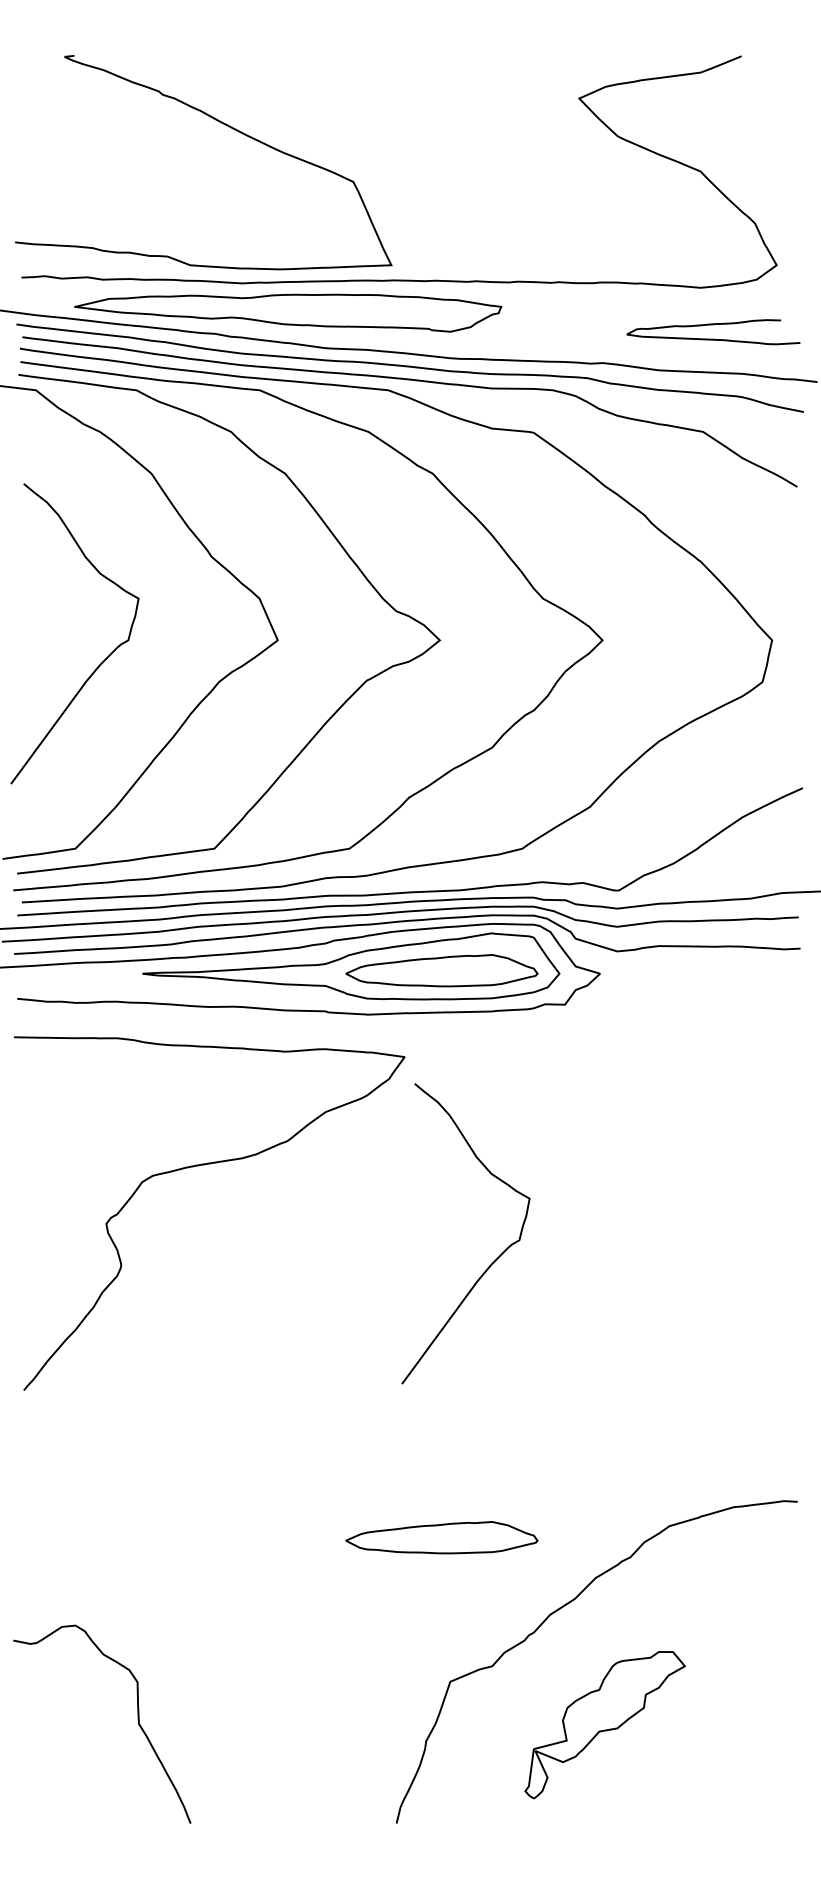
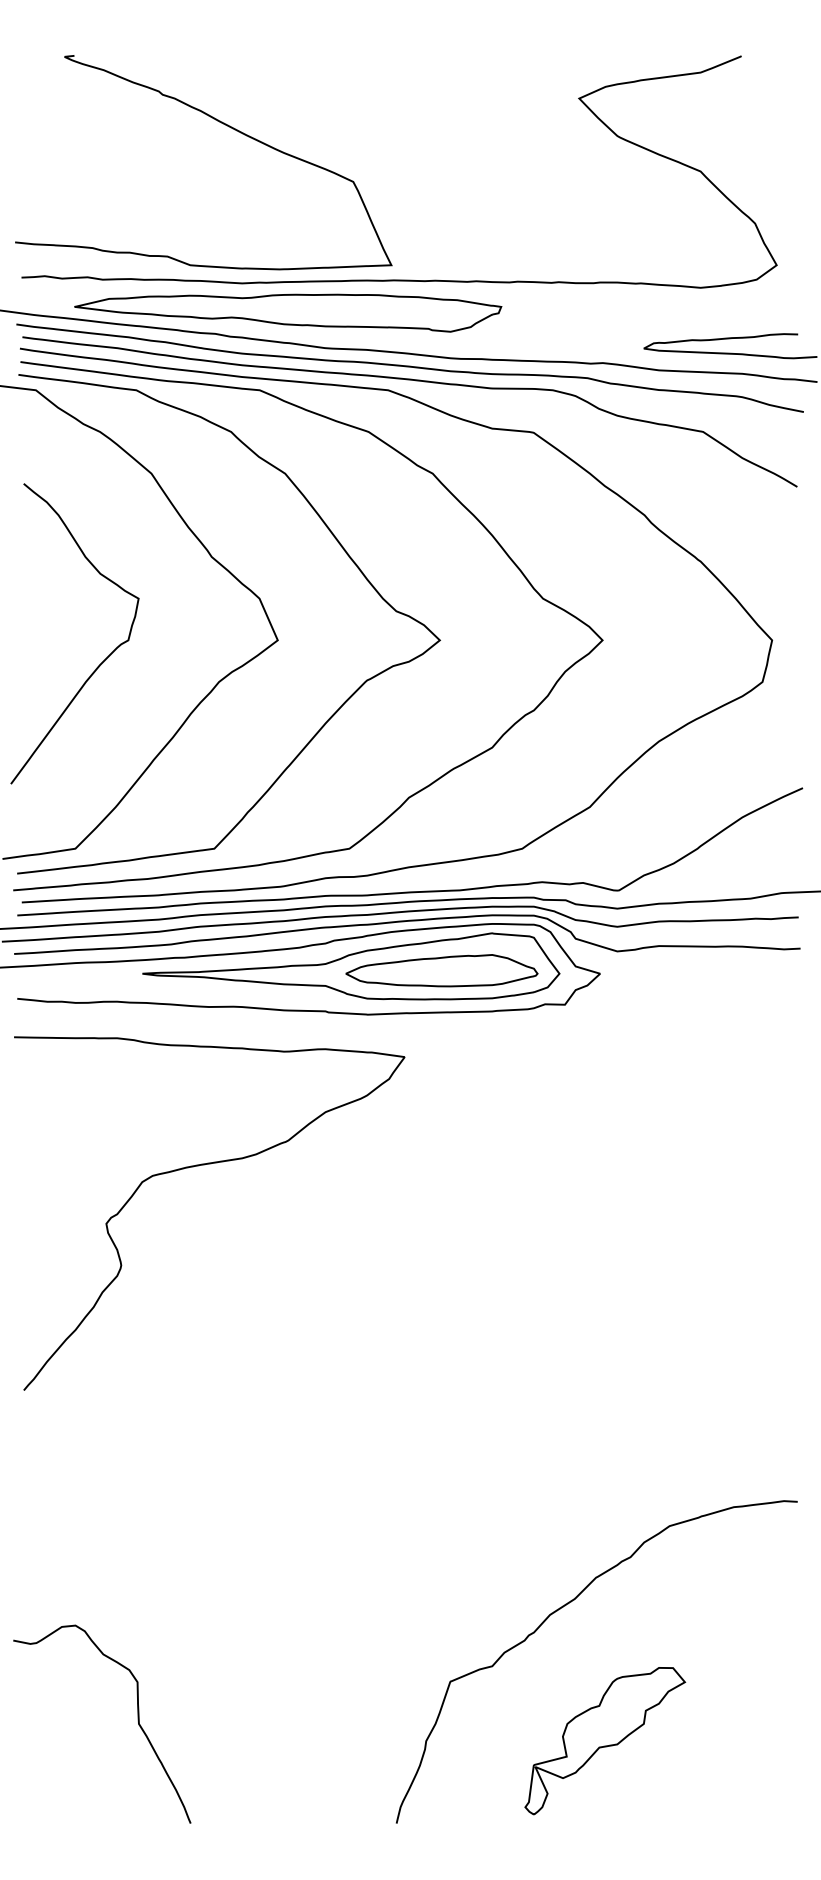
curve at (713, 338) position: (713, 338) -> (730, 352)
curve at (493, 1261): present -> none
part at (441, 1537): present -> none
part at (605, 1725) position: (605, 1725) -> (605, 1741)
